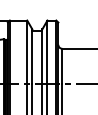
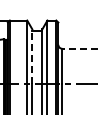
line at (79, 48): solid -> dashed
line at (32, 56): solid -> dashed
